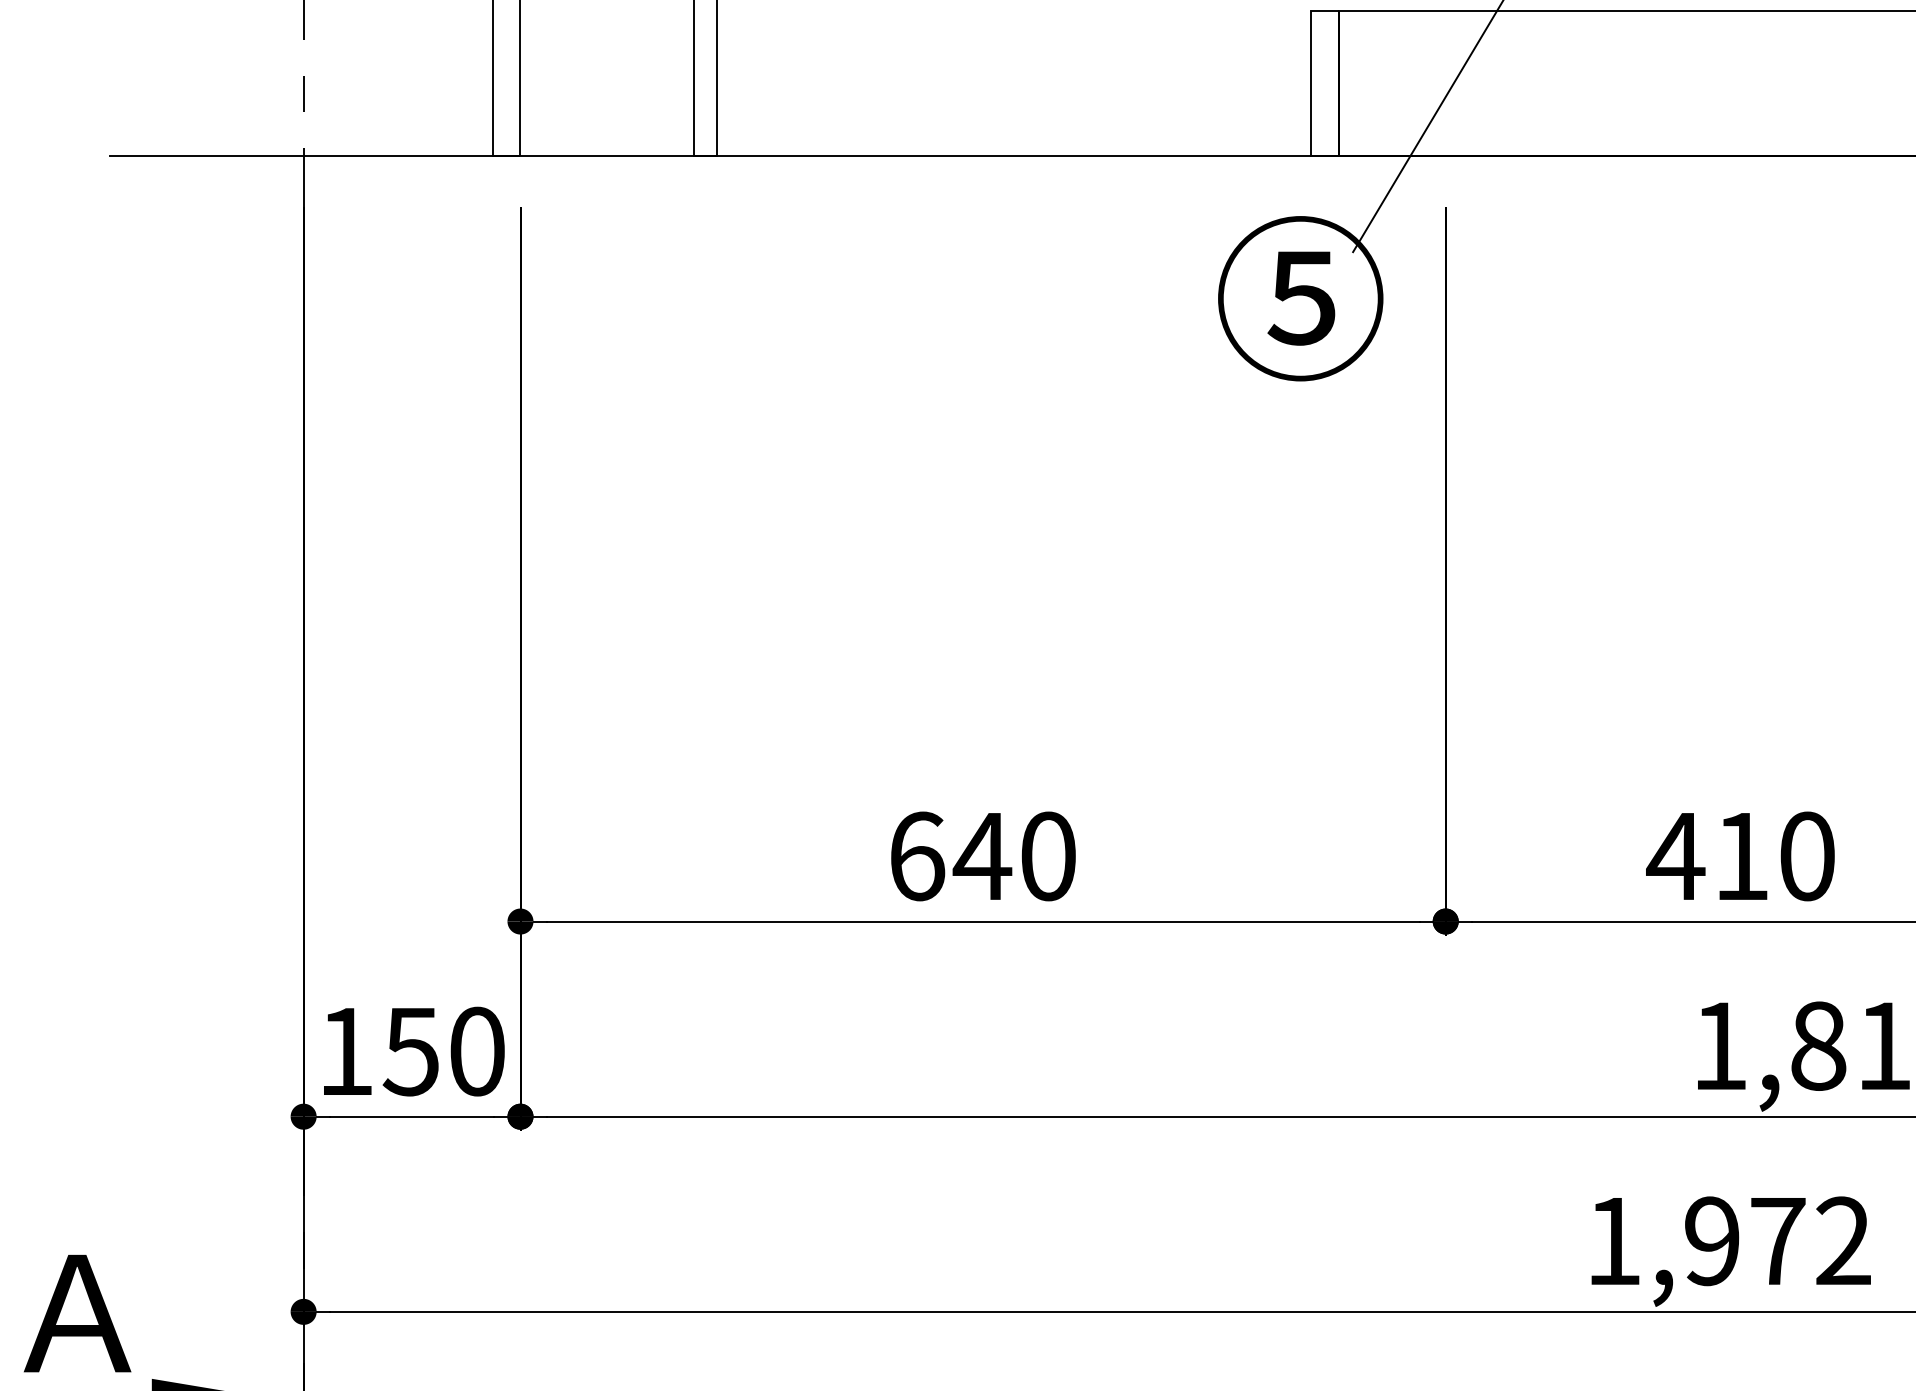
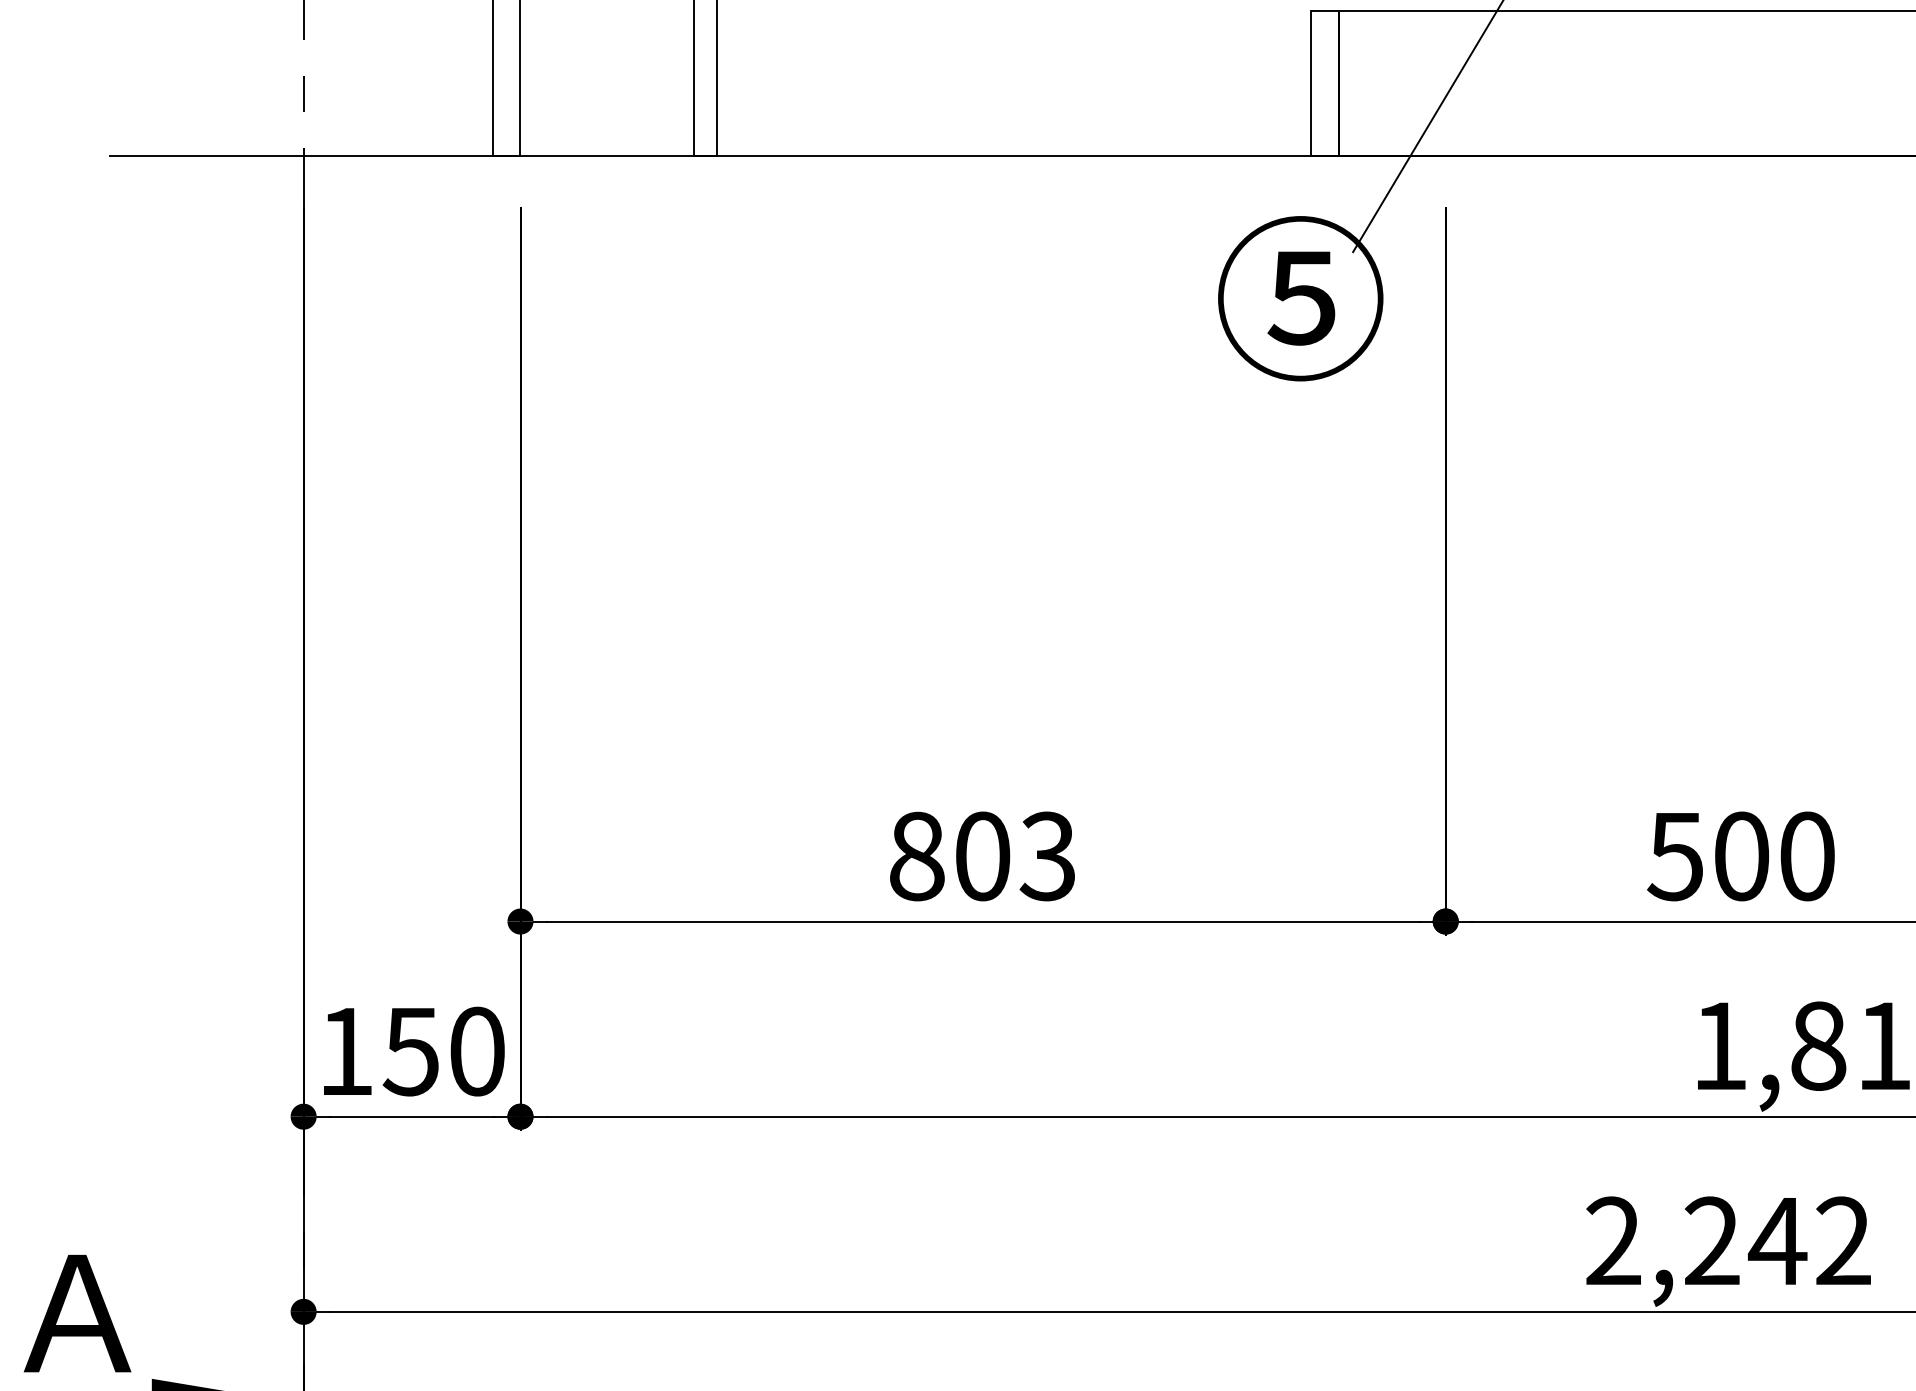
text at (982, 856): 640 -> 803
text at (1707, 856): 410 -> 500
text at (1696, 1241): 1,972 -> 2,242
